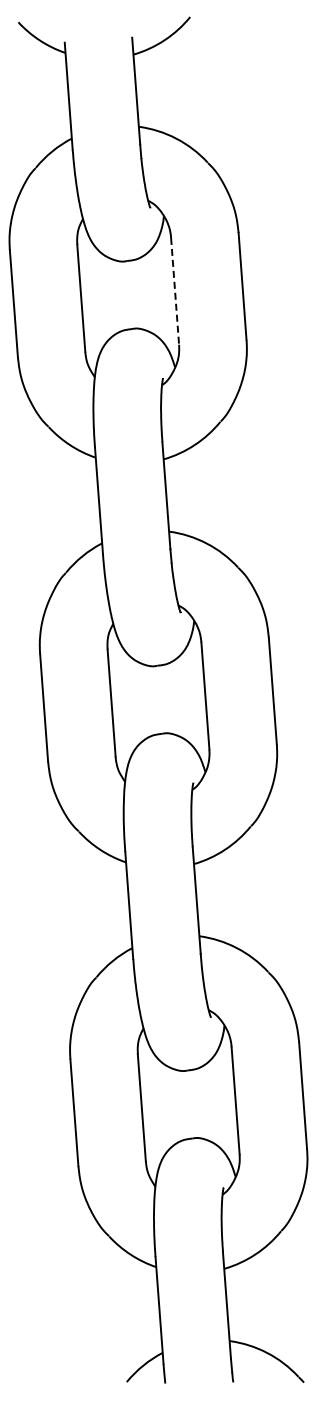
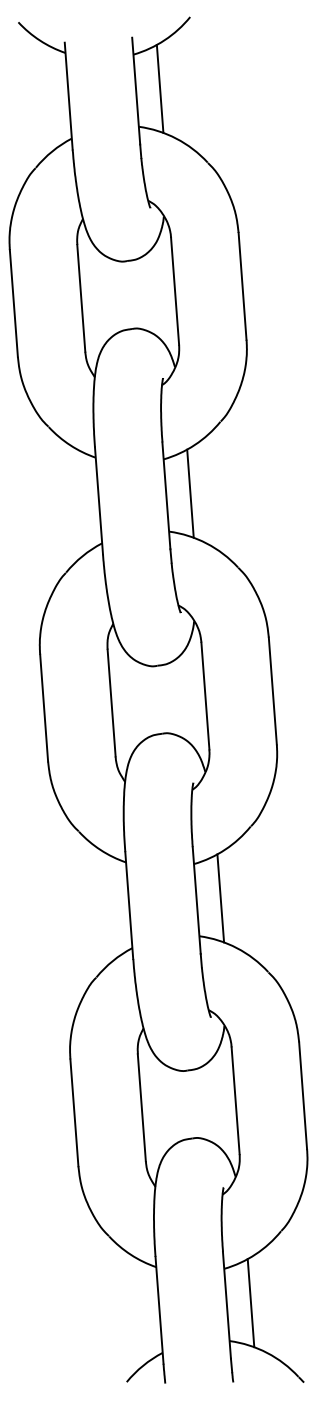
line at (159, 88): none -> present
line at (175, 291): dashed -> solid
line at (190, 493): none -> present
line at (220, 898): none -> present
line at (250, 1303): none -> present
